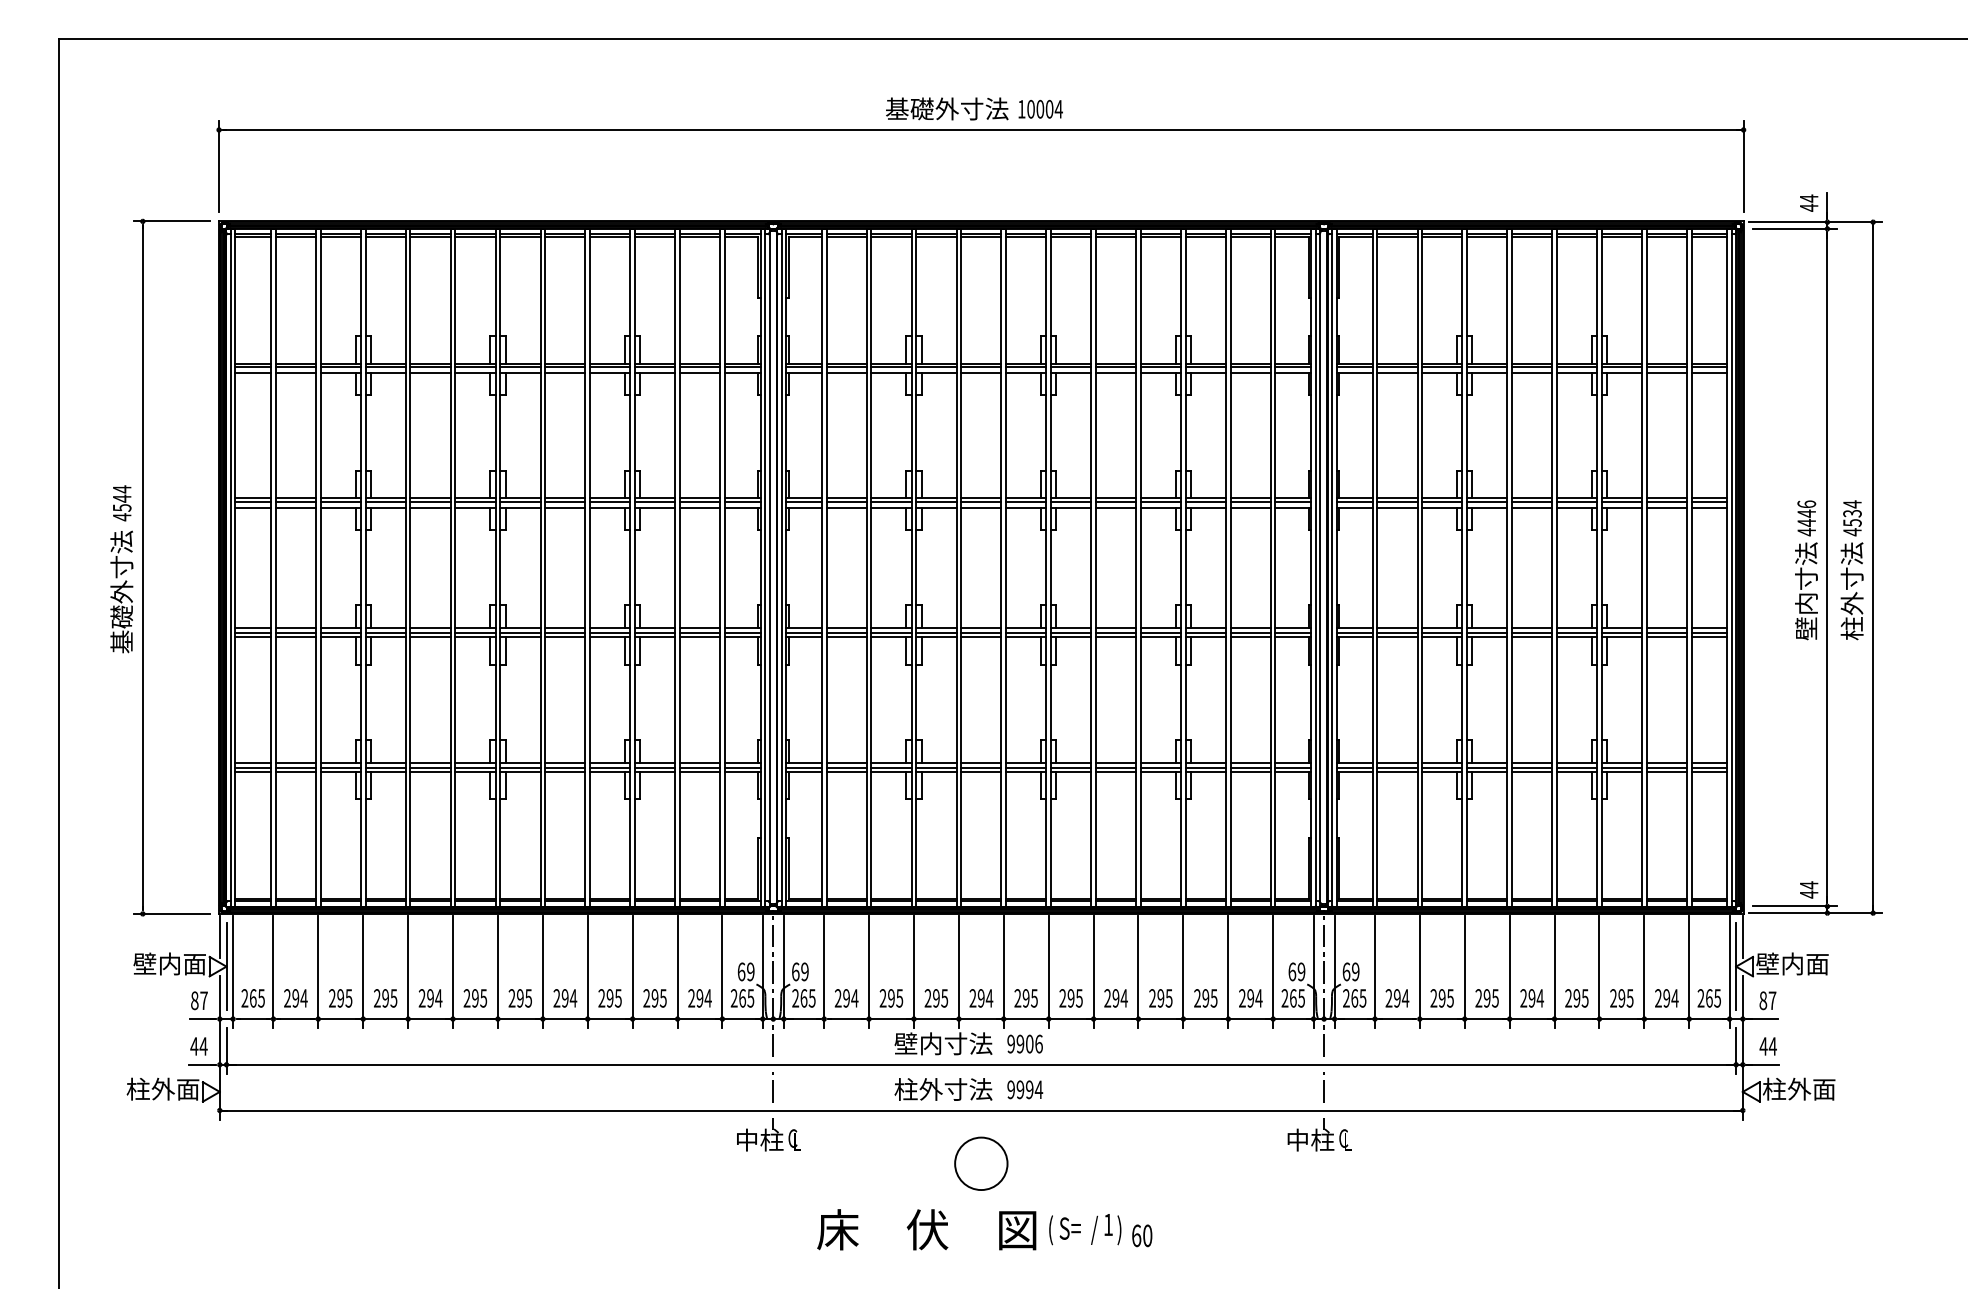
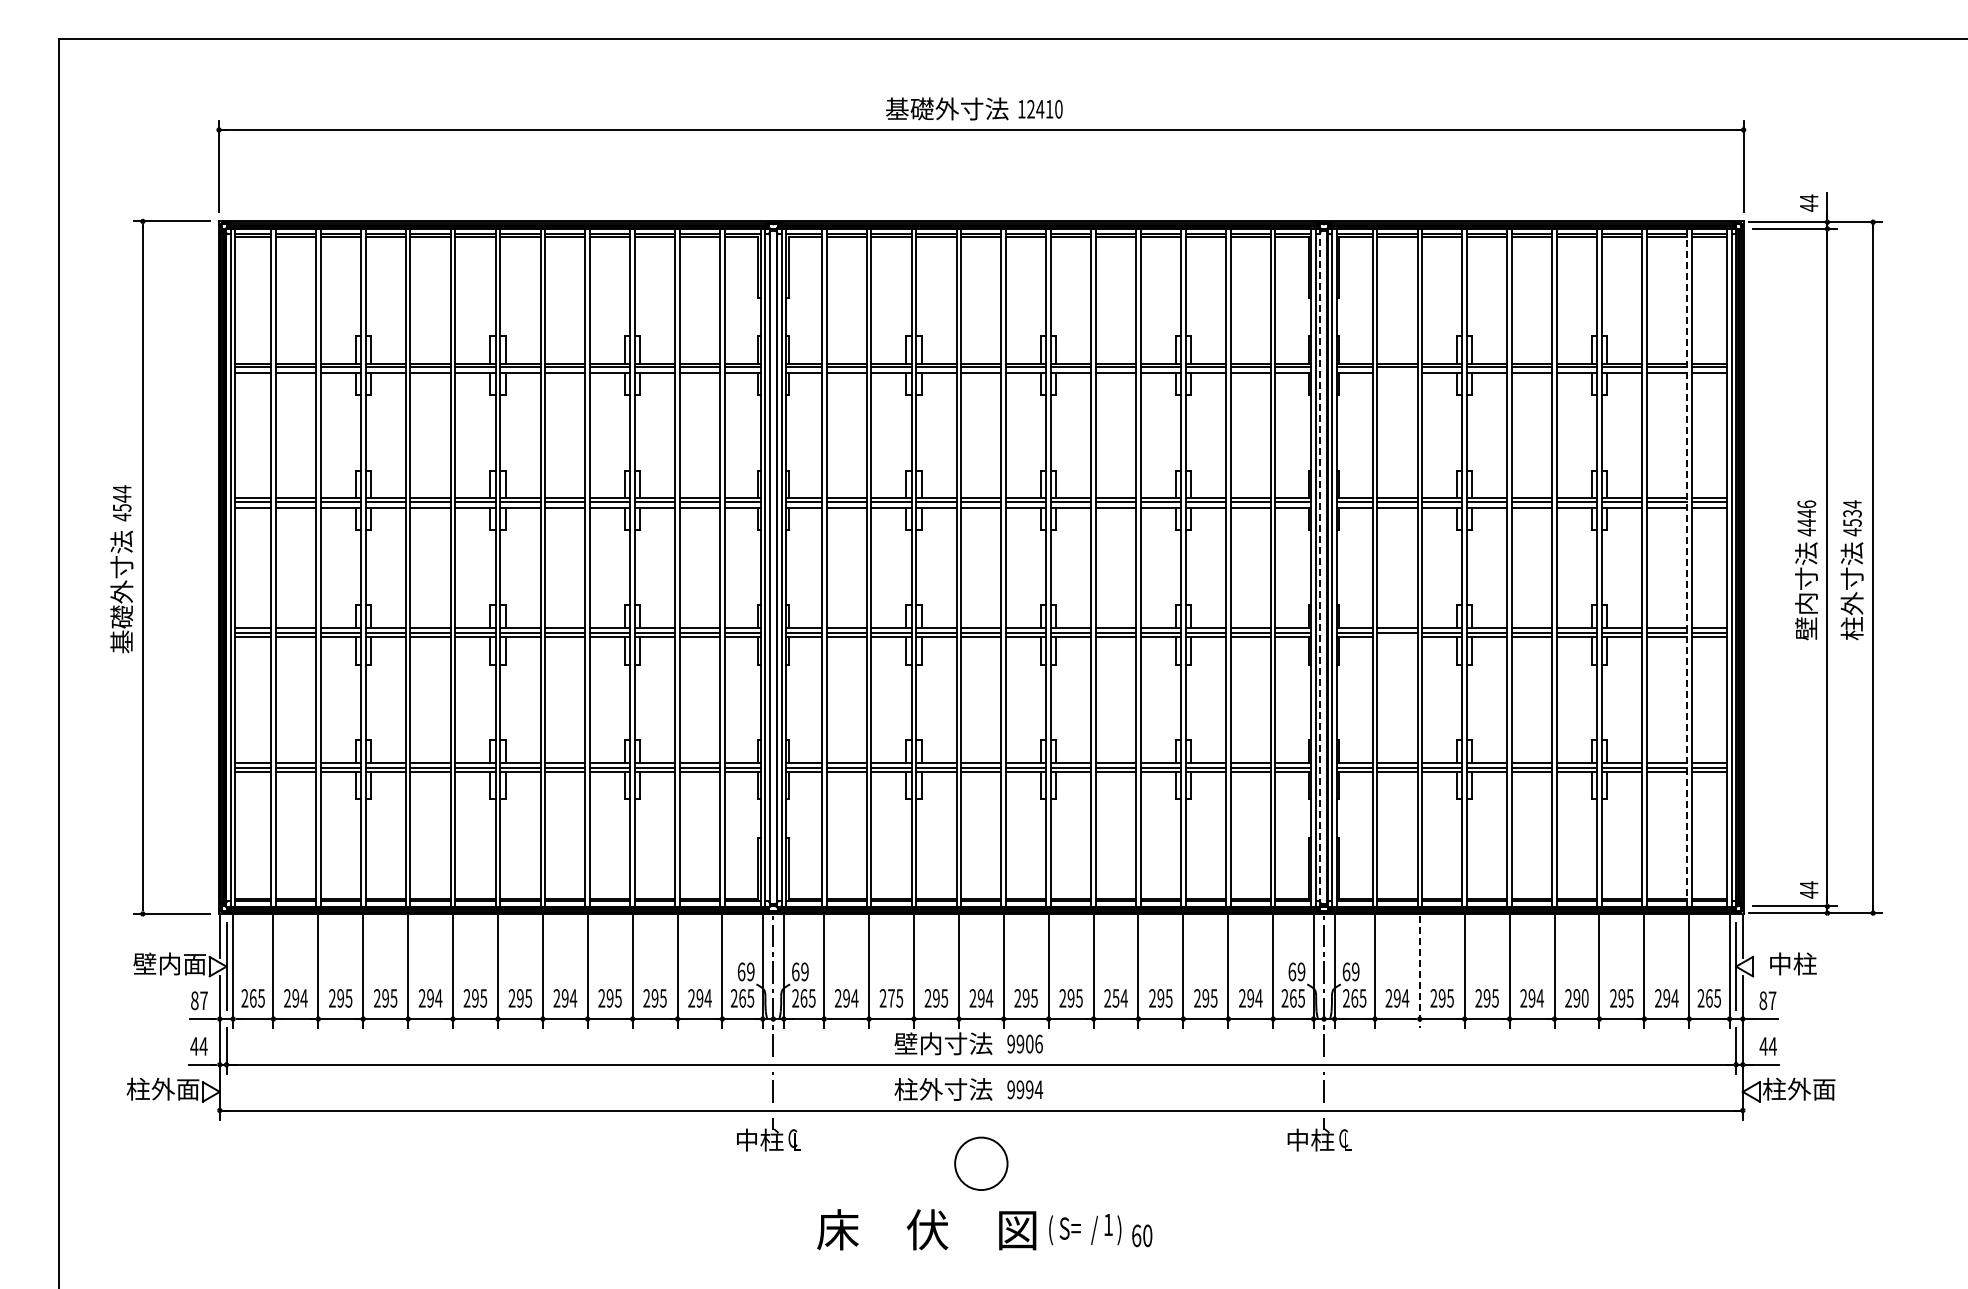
text at (1044, 108): 10004 -> 12410
line at (1397, 372): present -> none
line at (1320, 567): solid -> dashed
line at (1686, 568): solid -> dashed
line at (1397, 636): present -> none
text at (1792, 963): 壁内面 -> 中柱
line at (1419, 972): solid -> dashed
text at (891, 998): 295 -> 275
text at (1115, 998): 294 -> 254
text at (1584, 998): 295 -> 290
